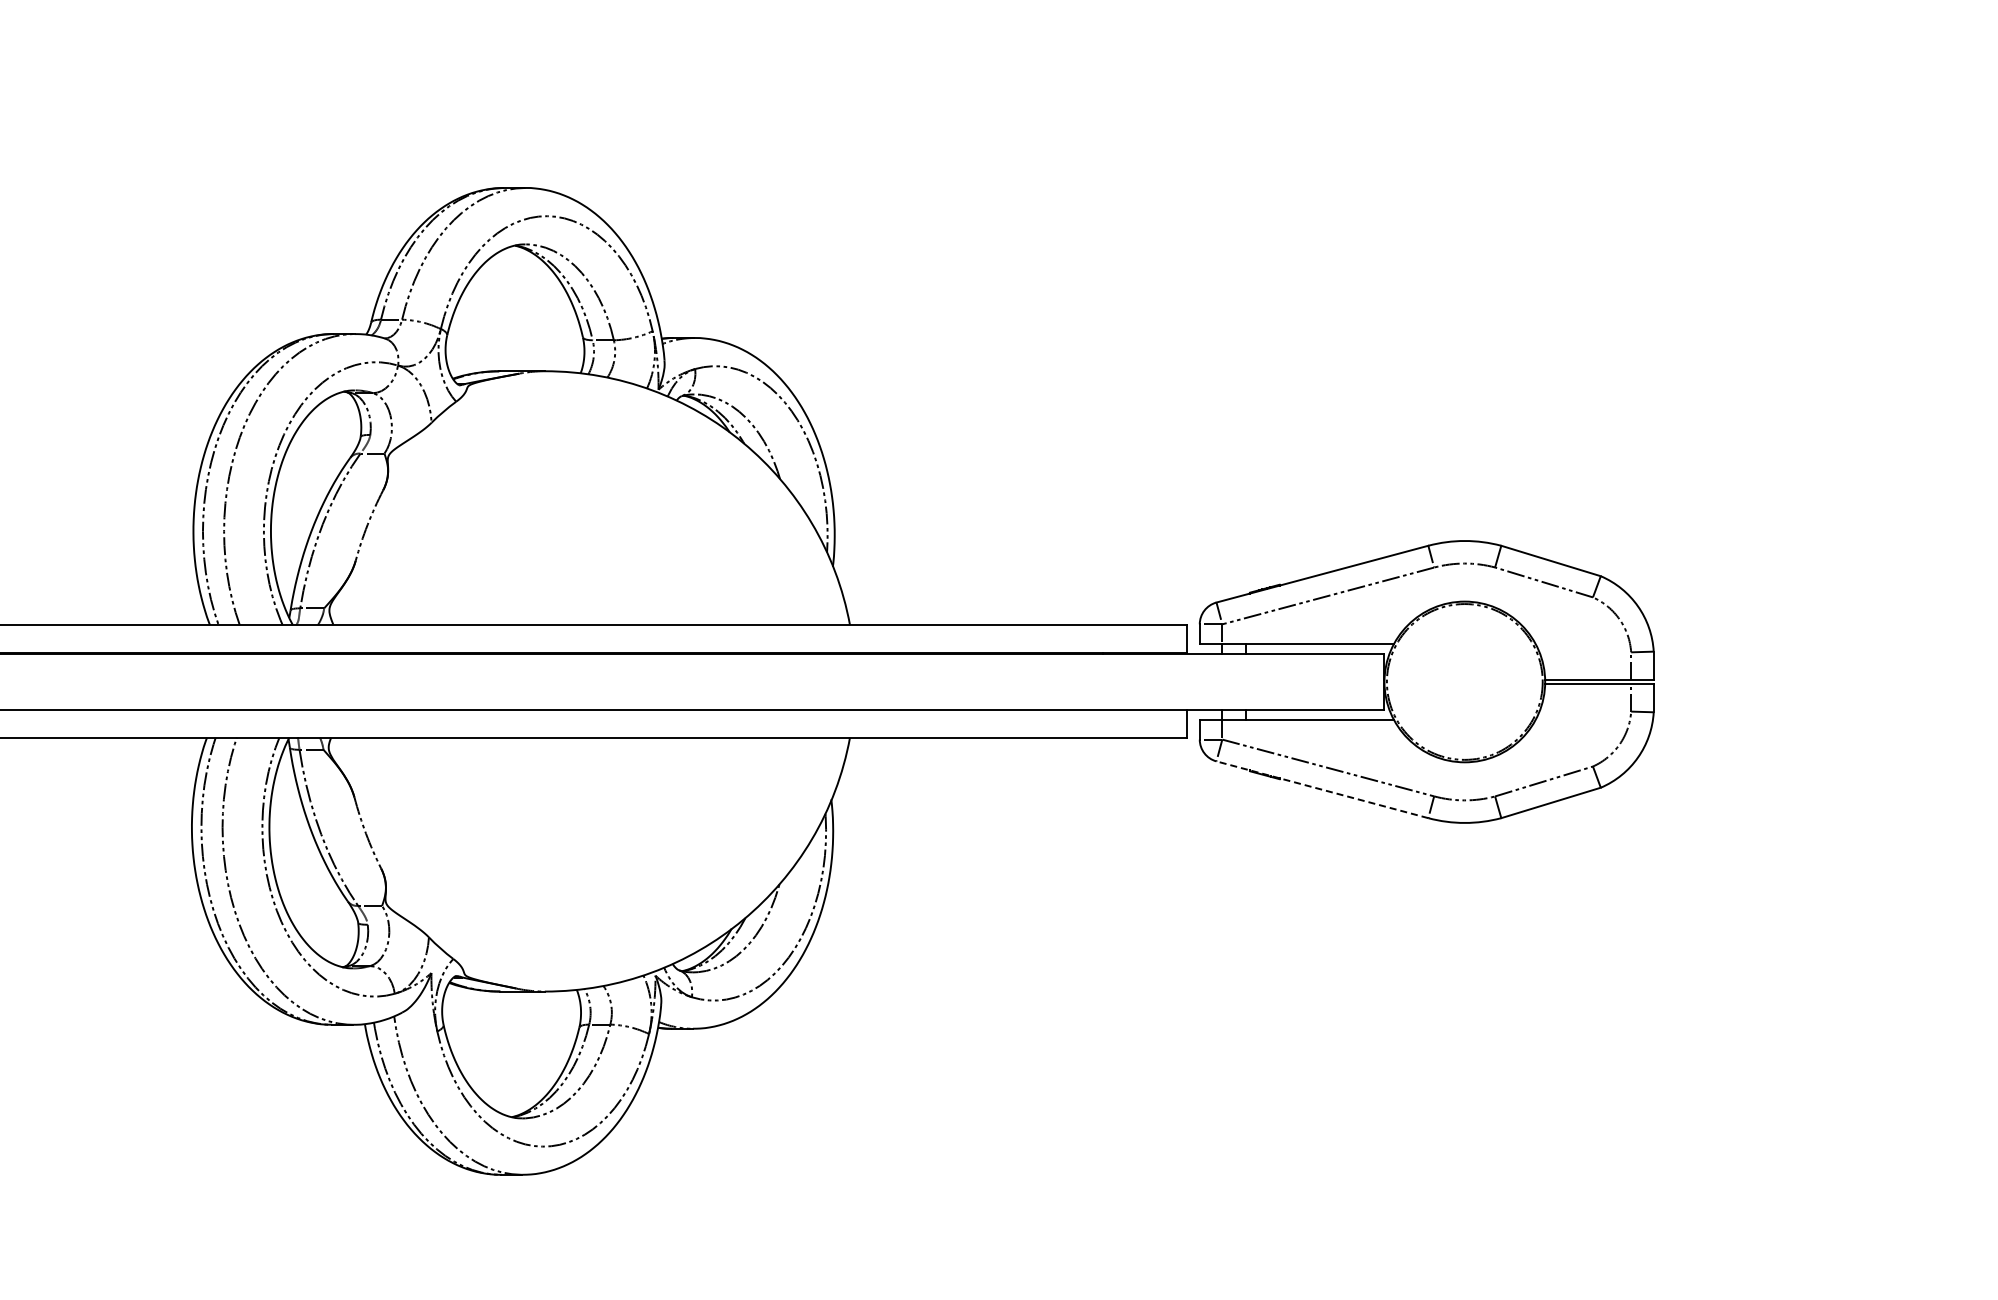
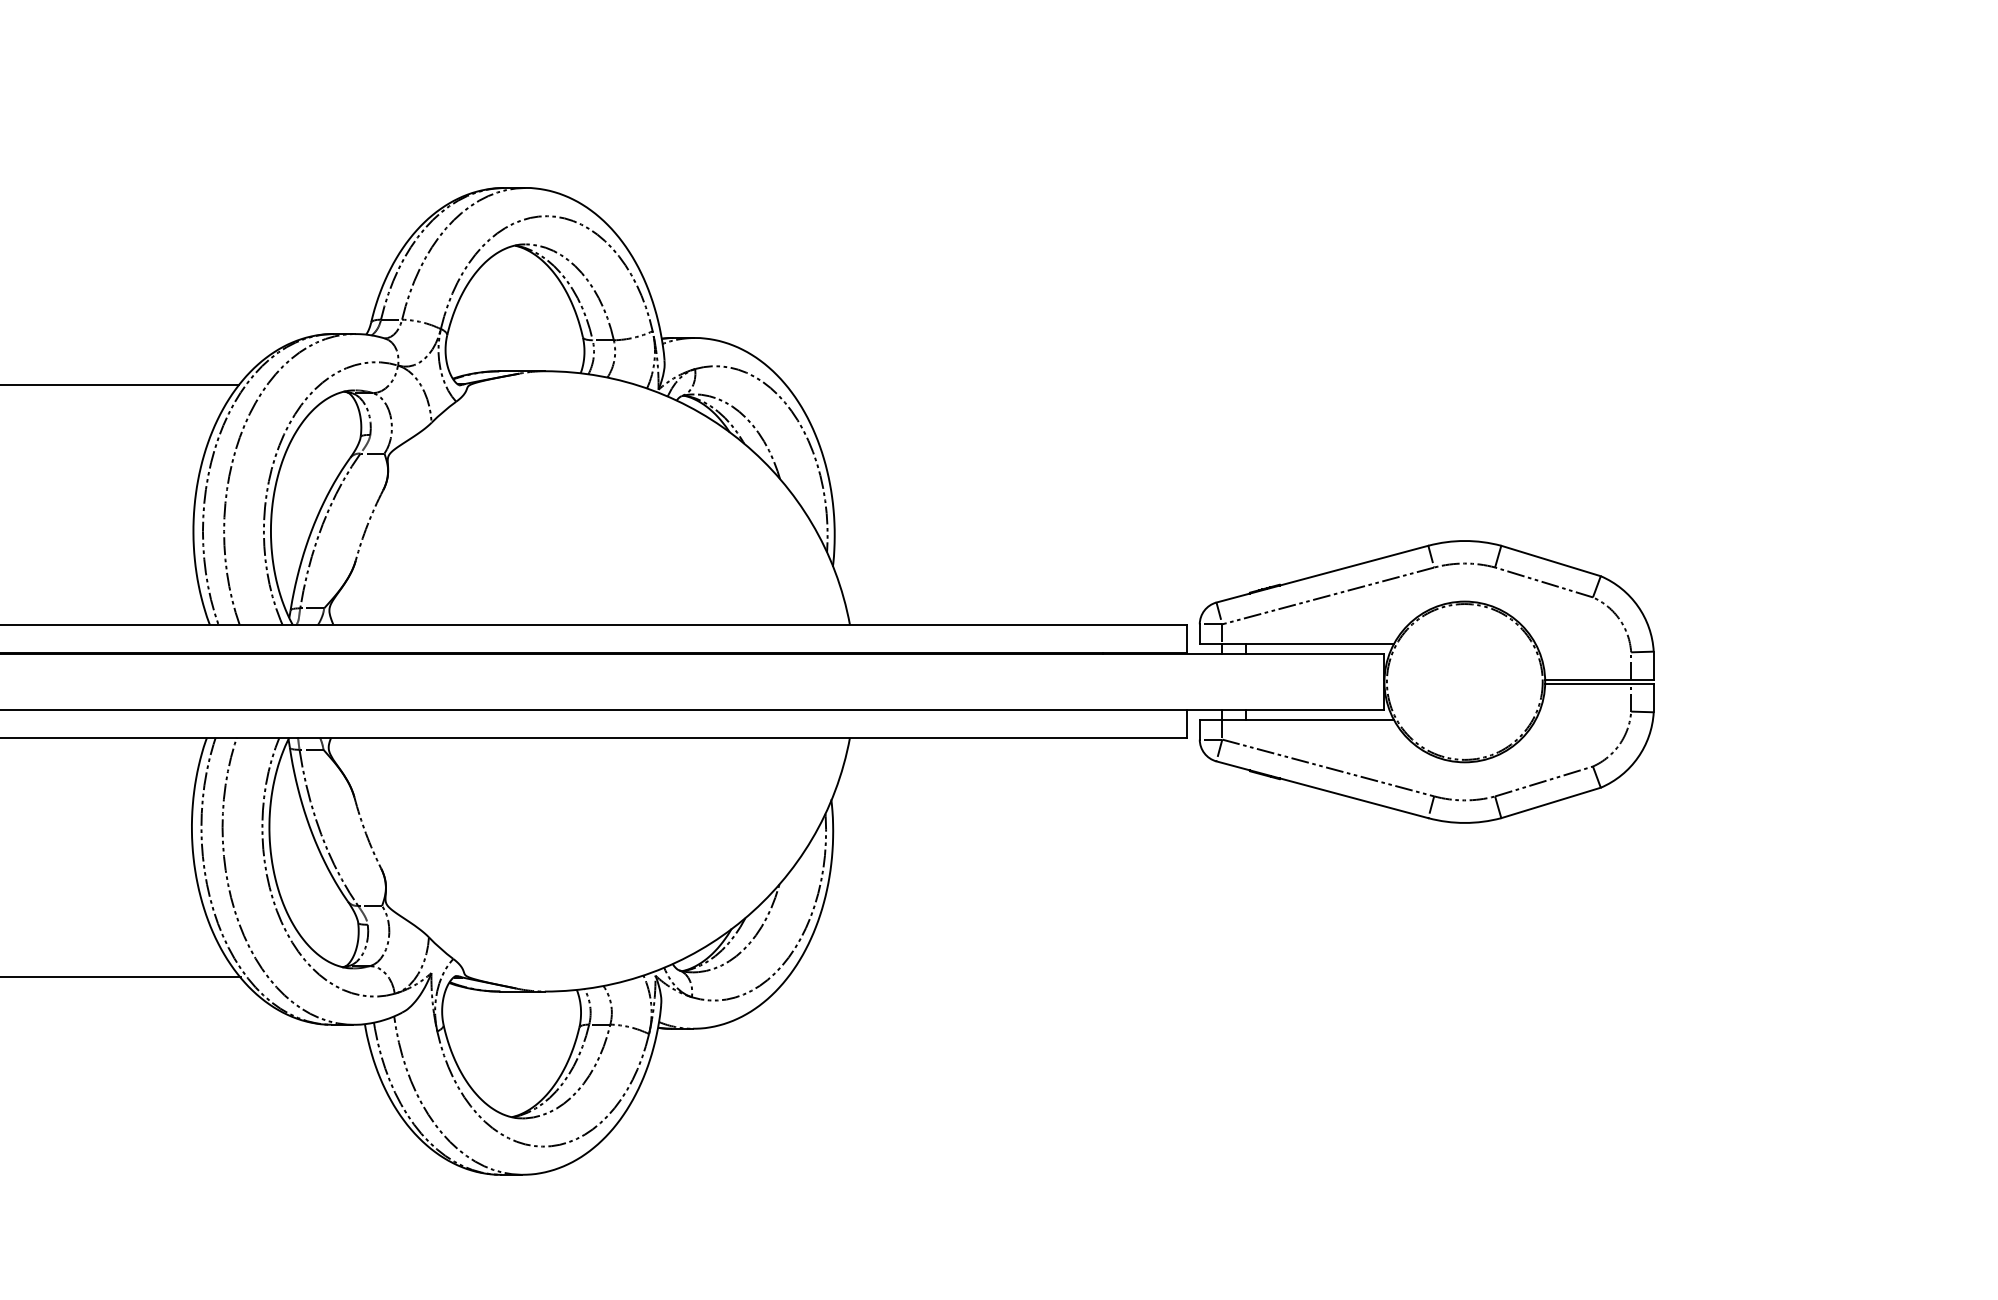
line at (120, 385): none -> present
line at (1322, 789): dashed -> solid
line at (121, 977): none -> present
